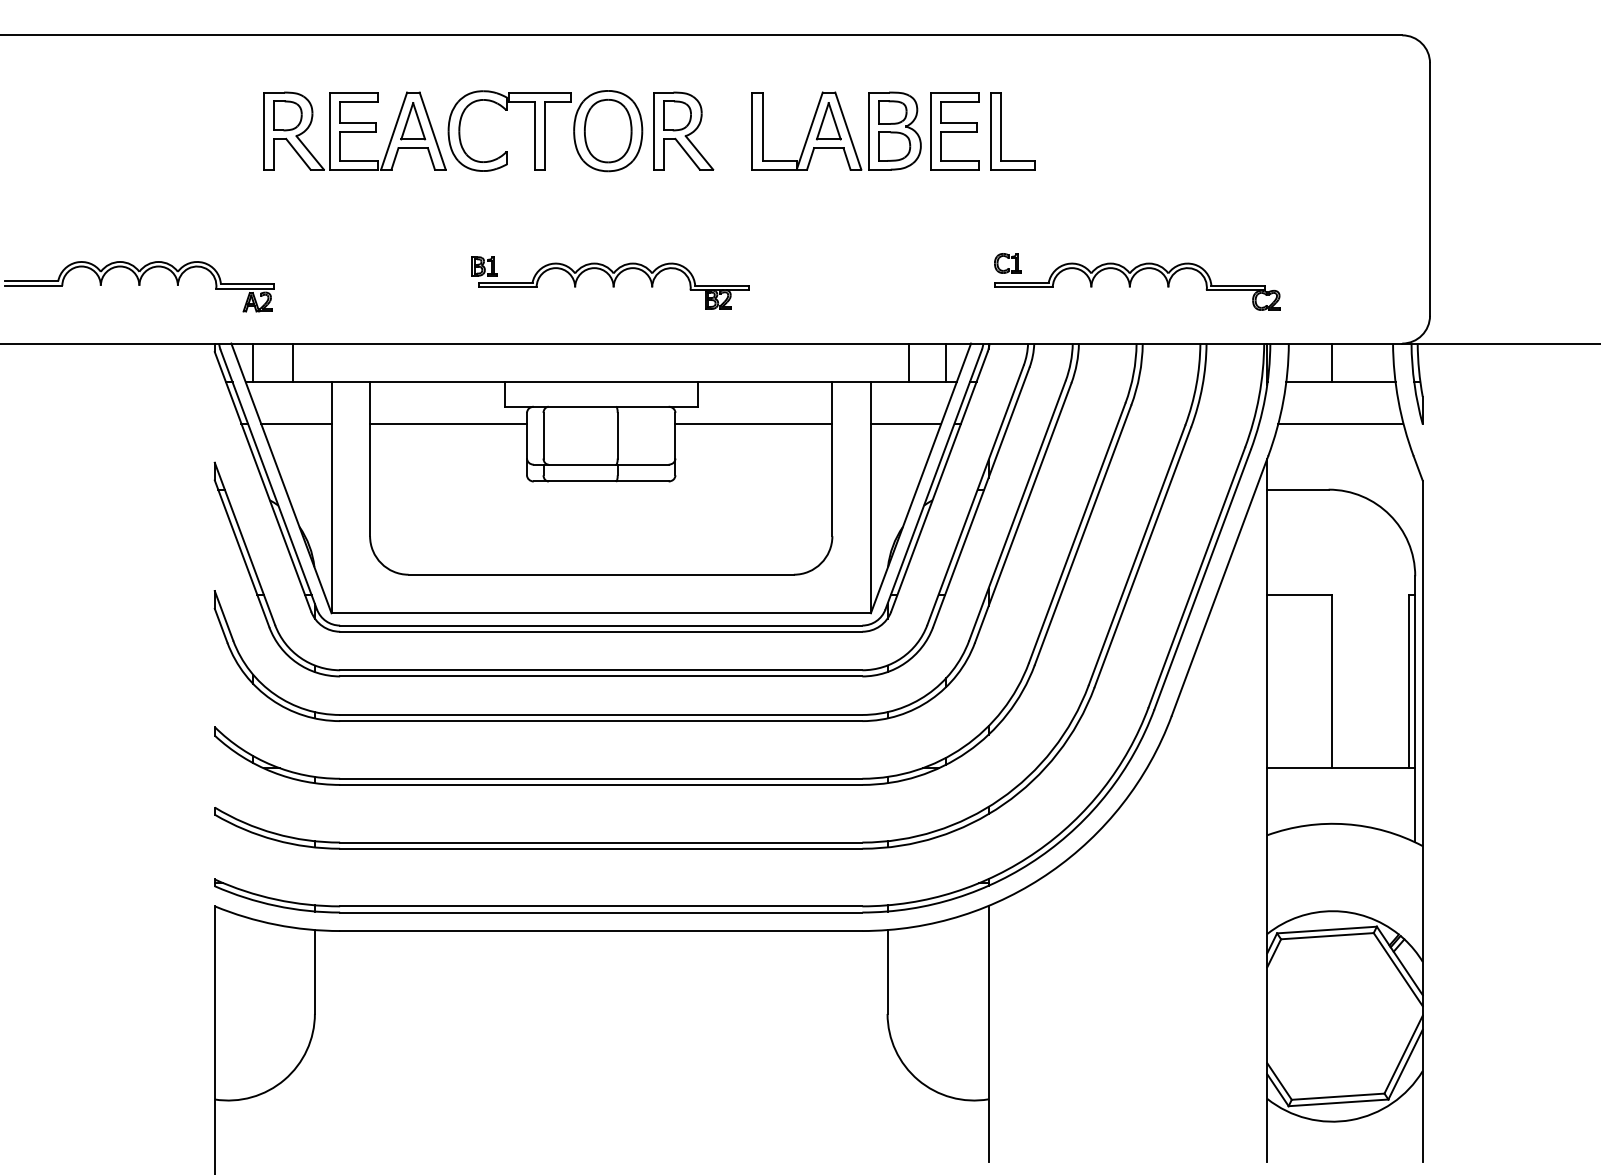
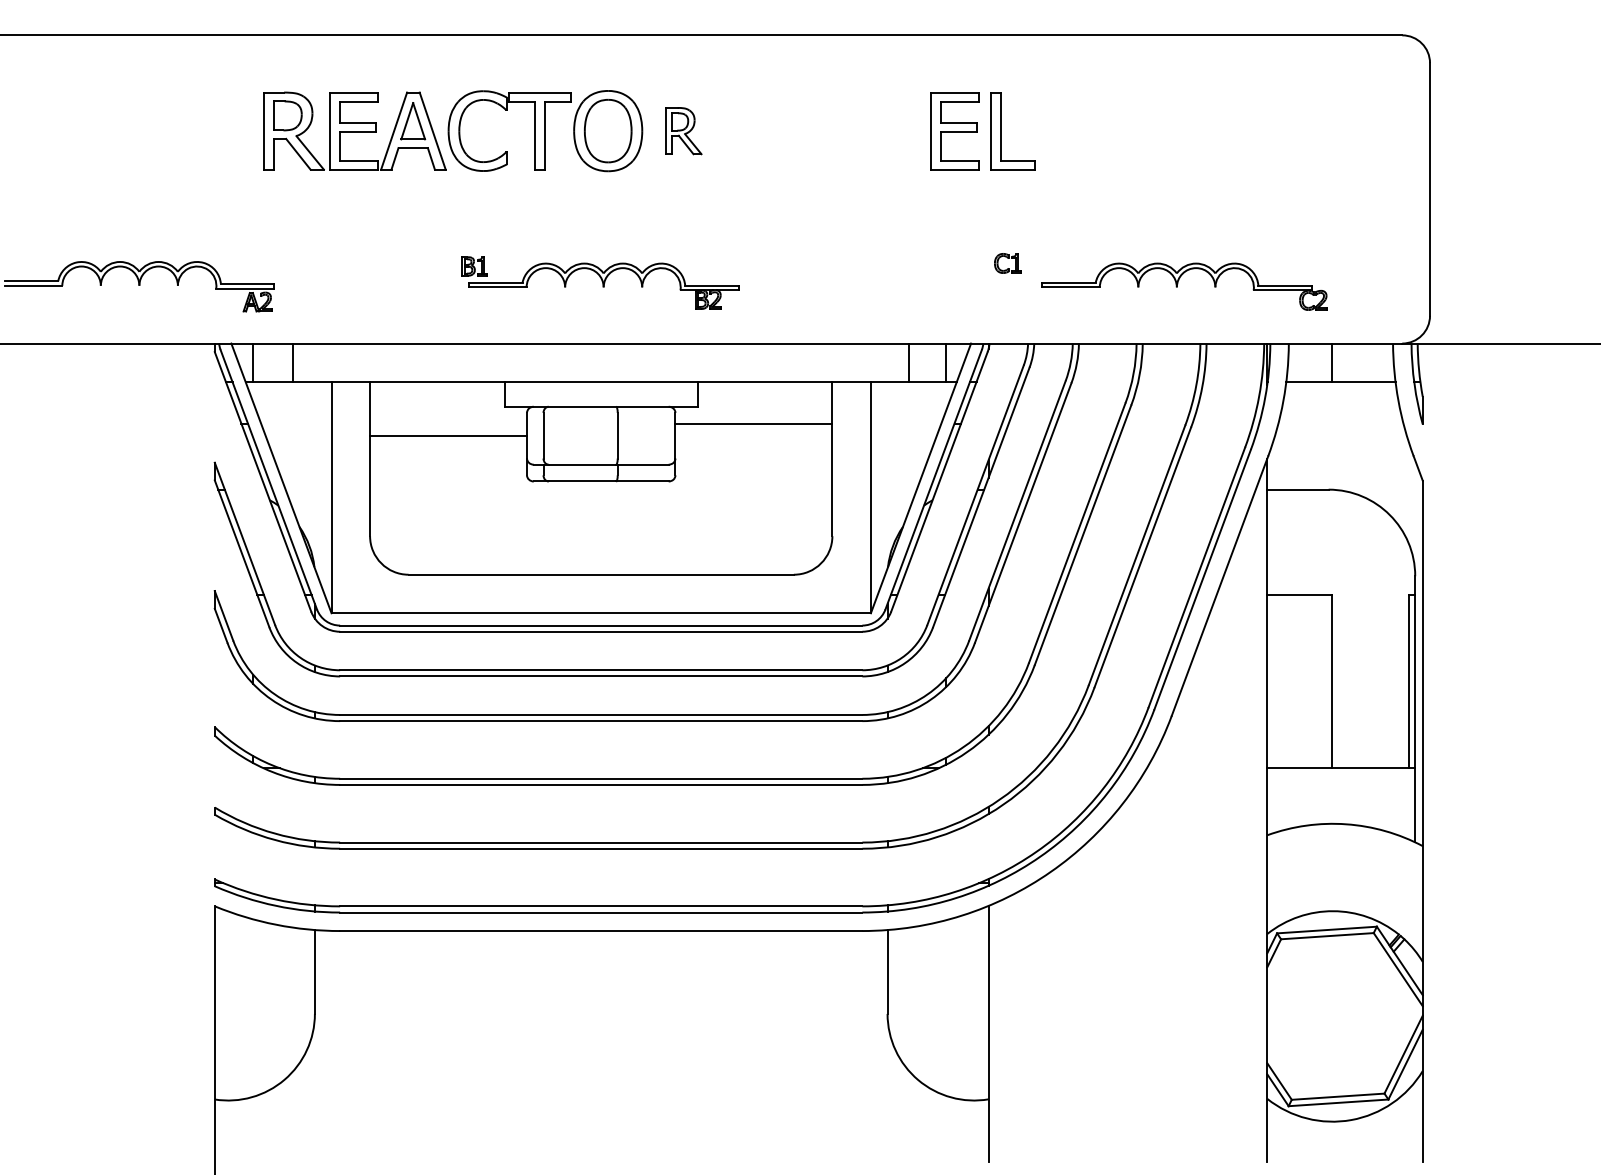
part at (683, 130) size: 62x80 px -> 38x49 px
part at (836, 130): present -> none
part at (610, 282) position: (610, 282) -> (600, 282)
part at (1131, 283) position: (1131, 283) -> (1178, 283)
line at (296, 423): present -> none
line at (448, 423) position: (448, 423) -> (448, 435)
line at (905, 423): present -> none
line at (1340, 423): present -> none
